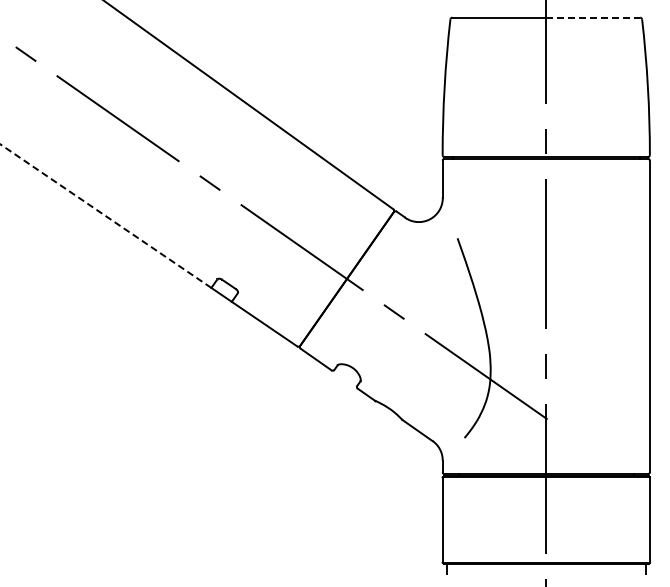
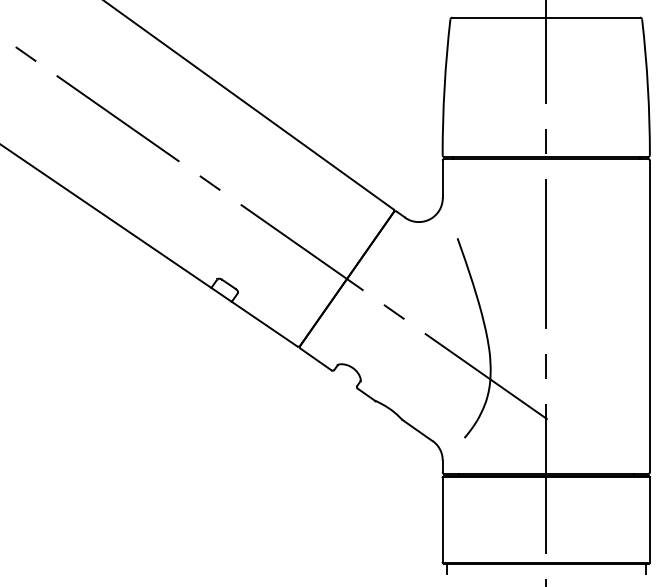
line at (593, 17): dashed -> solid
line at (105, 215): dashed -> solid
